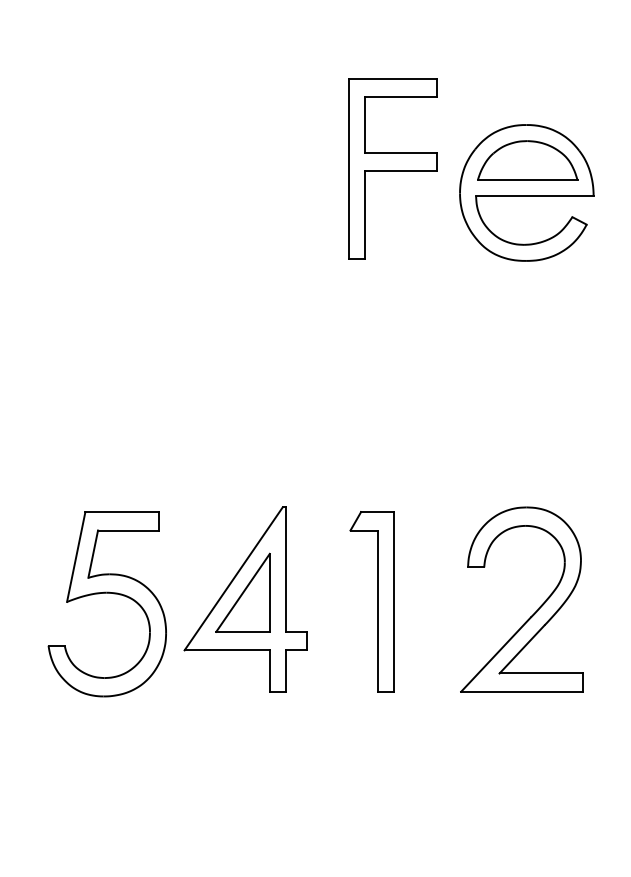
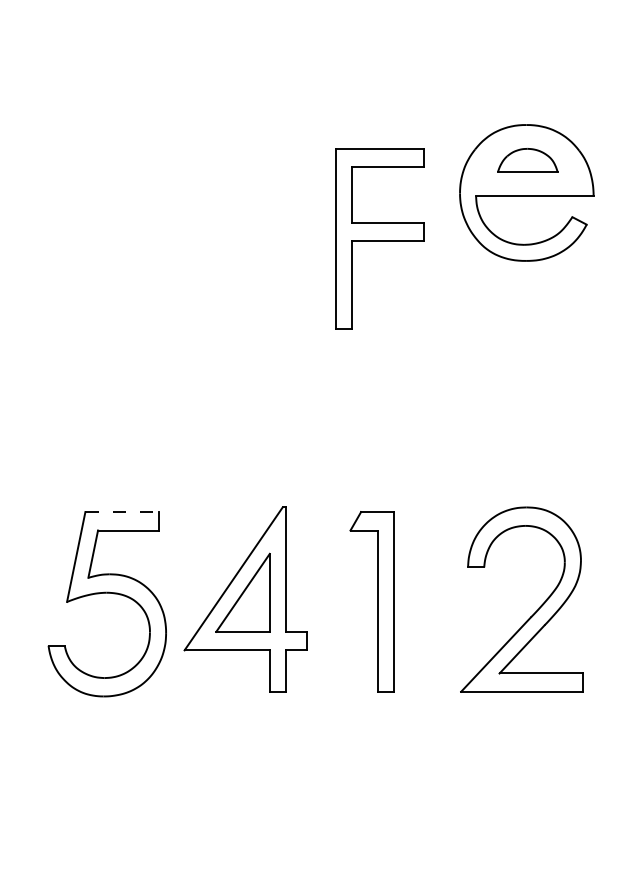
part at (527, 160) size: 102x41 px -> 62x25 px
part at (392, 168) position: (392, 168) -> (379, 238)
line at (122, 512): solid -> dashed
